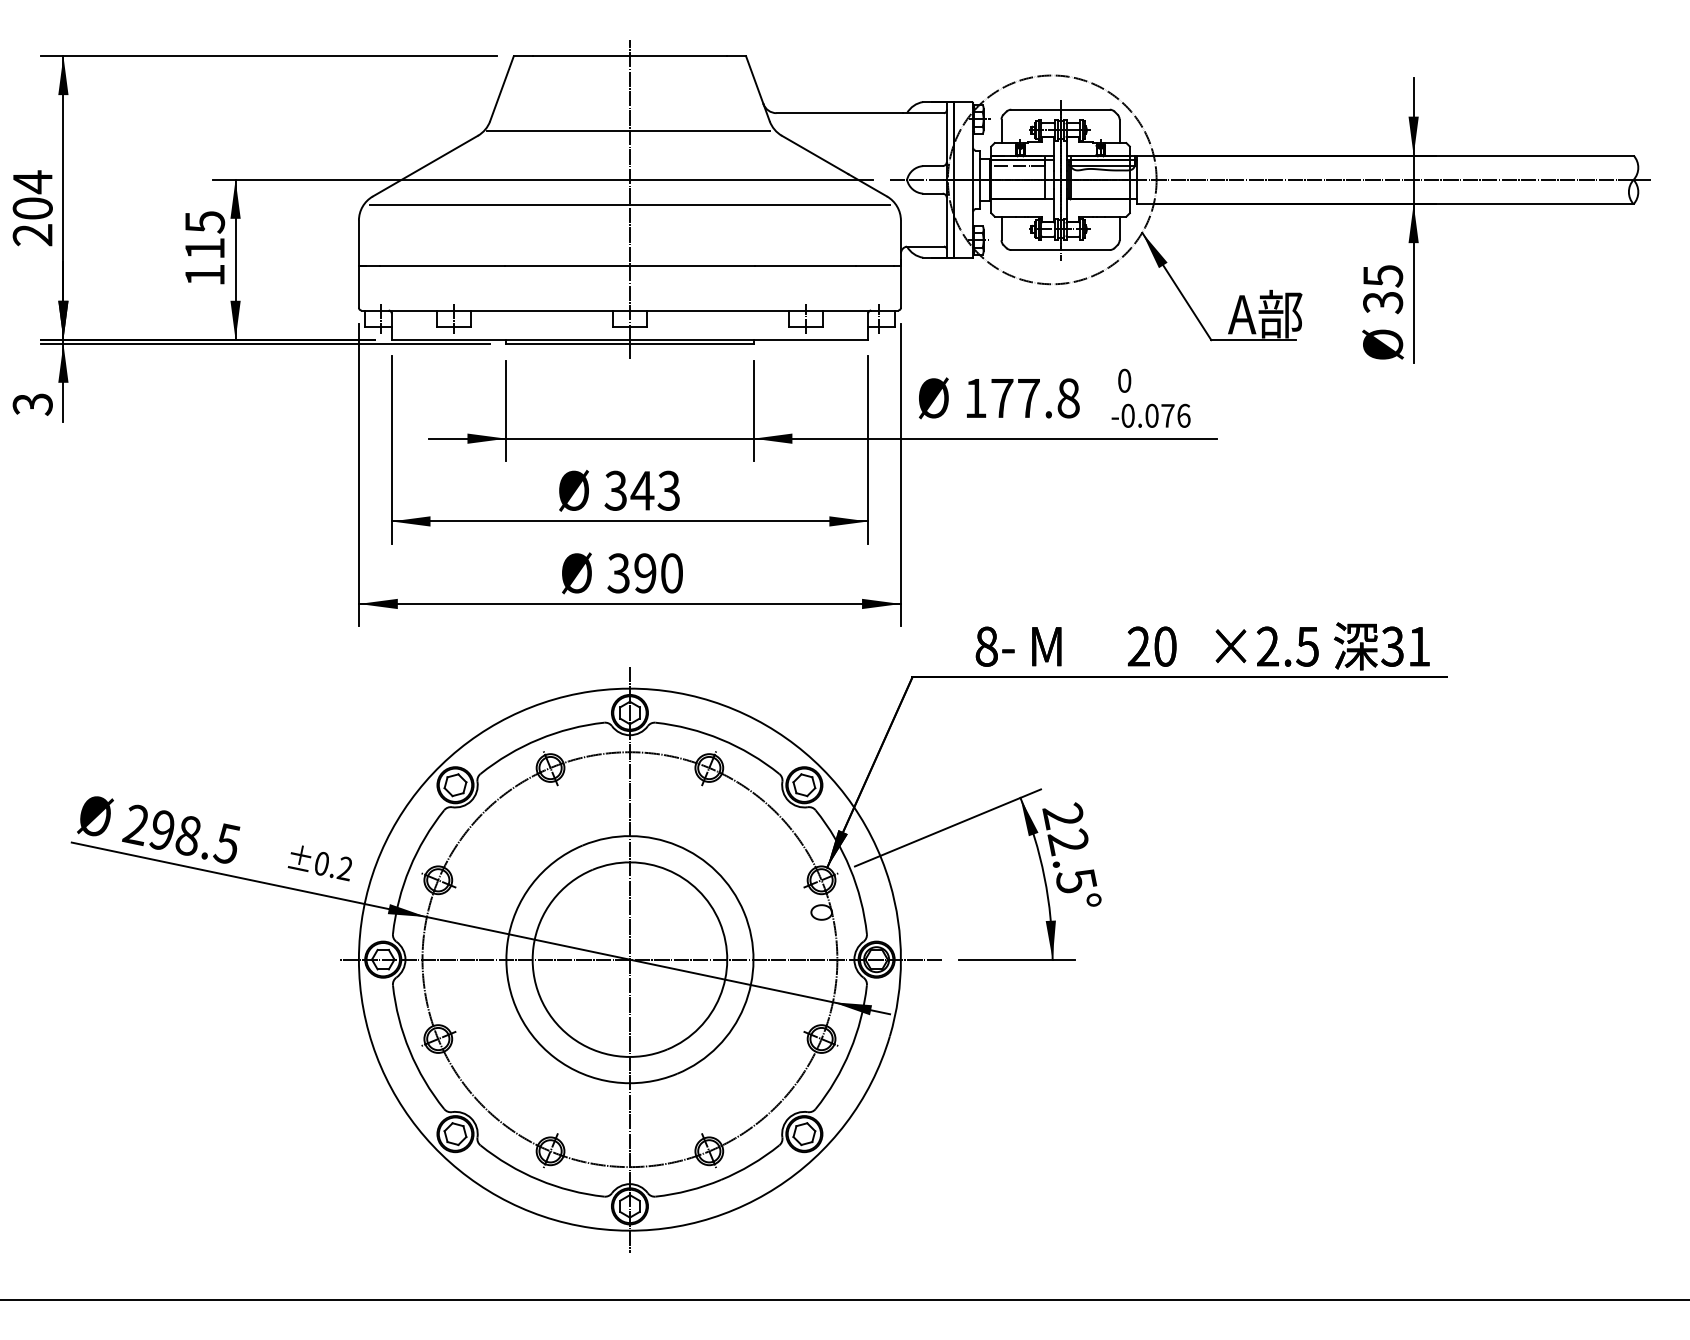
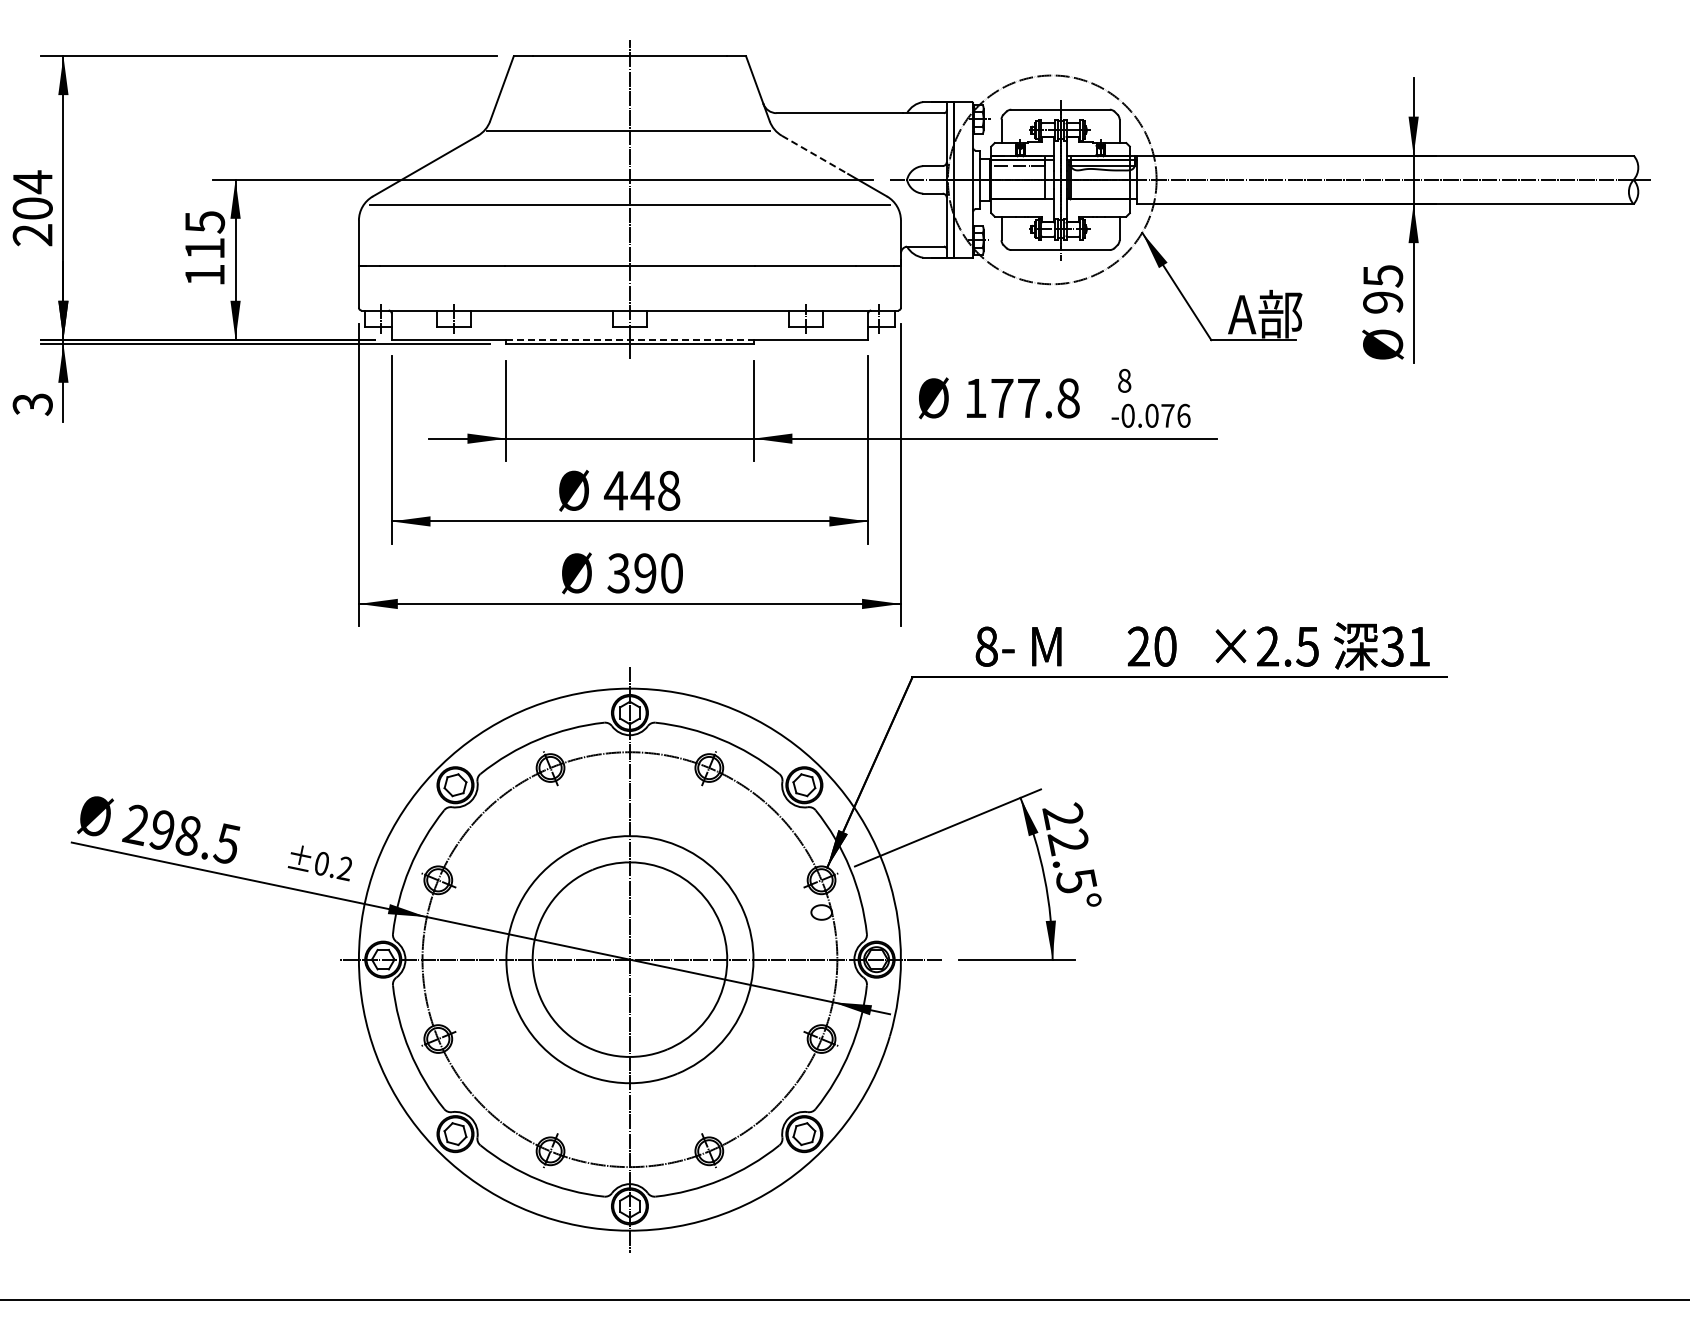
line at (815, 155): solid -> dashed
text at (1383, 302): 35 -> 95
line at (629, 339): solid -> dashed
text at (1124, 380): 0 -> 8
text at (641, 490): 343 -> 448
